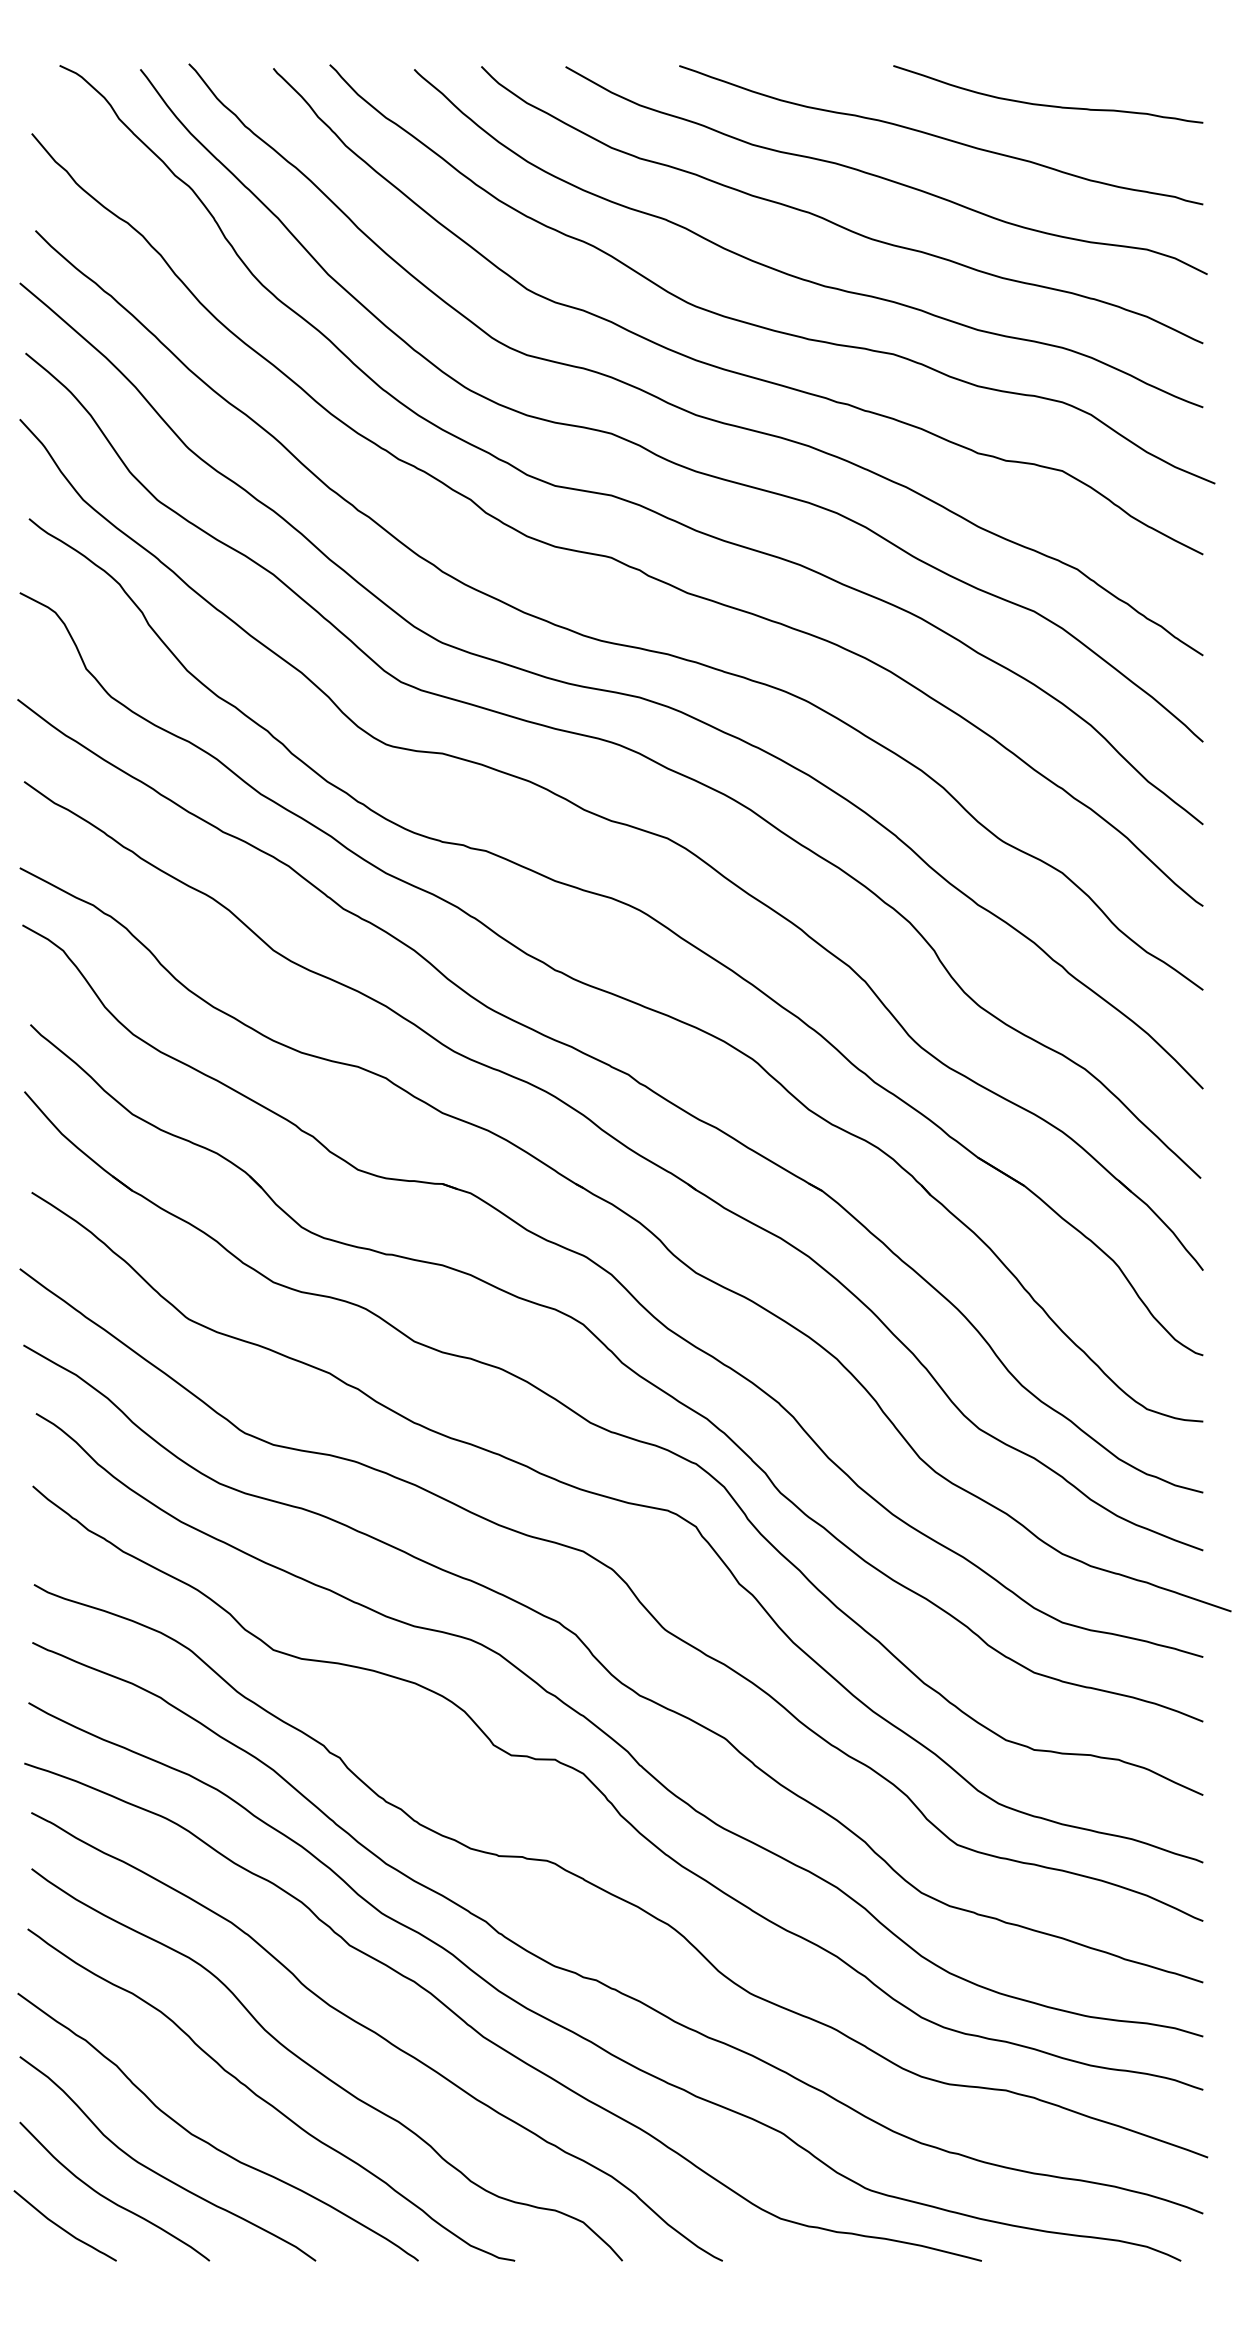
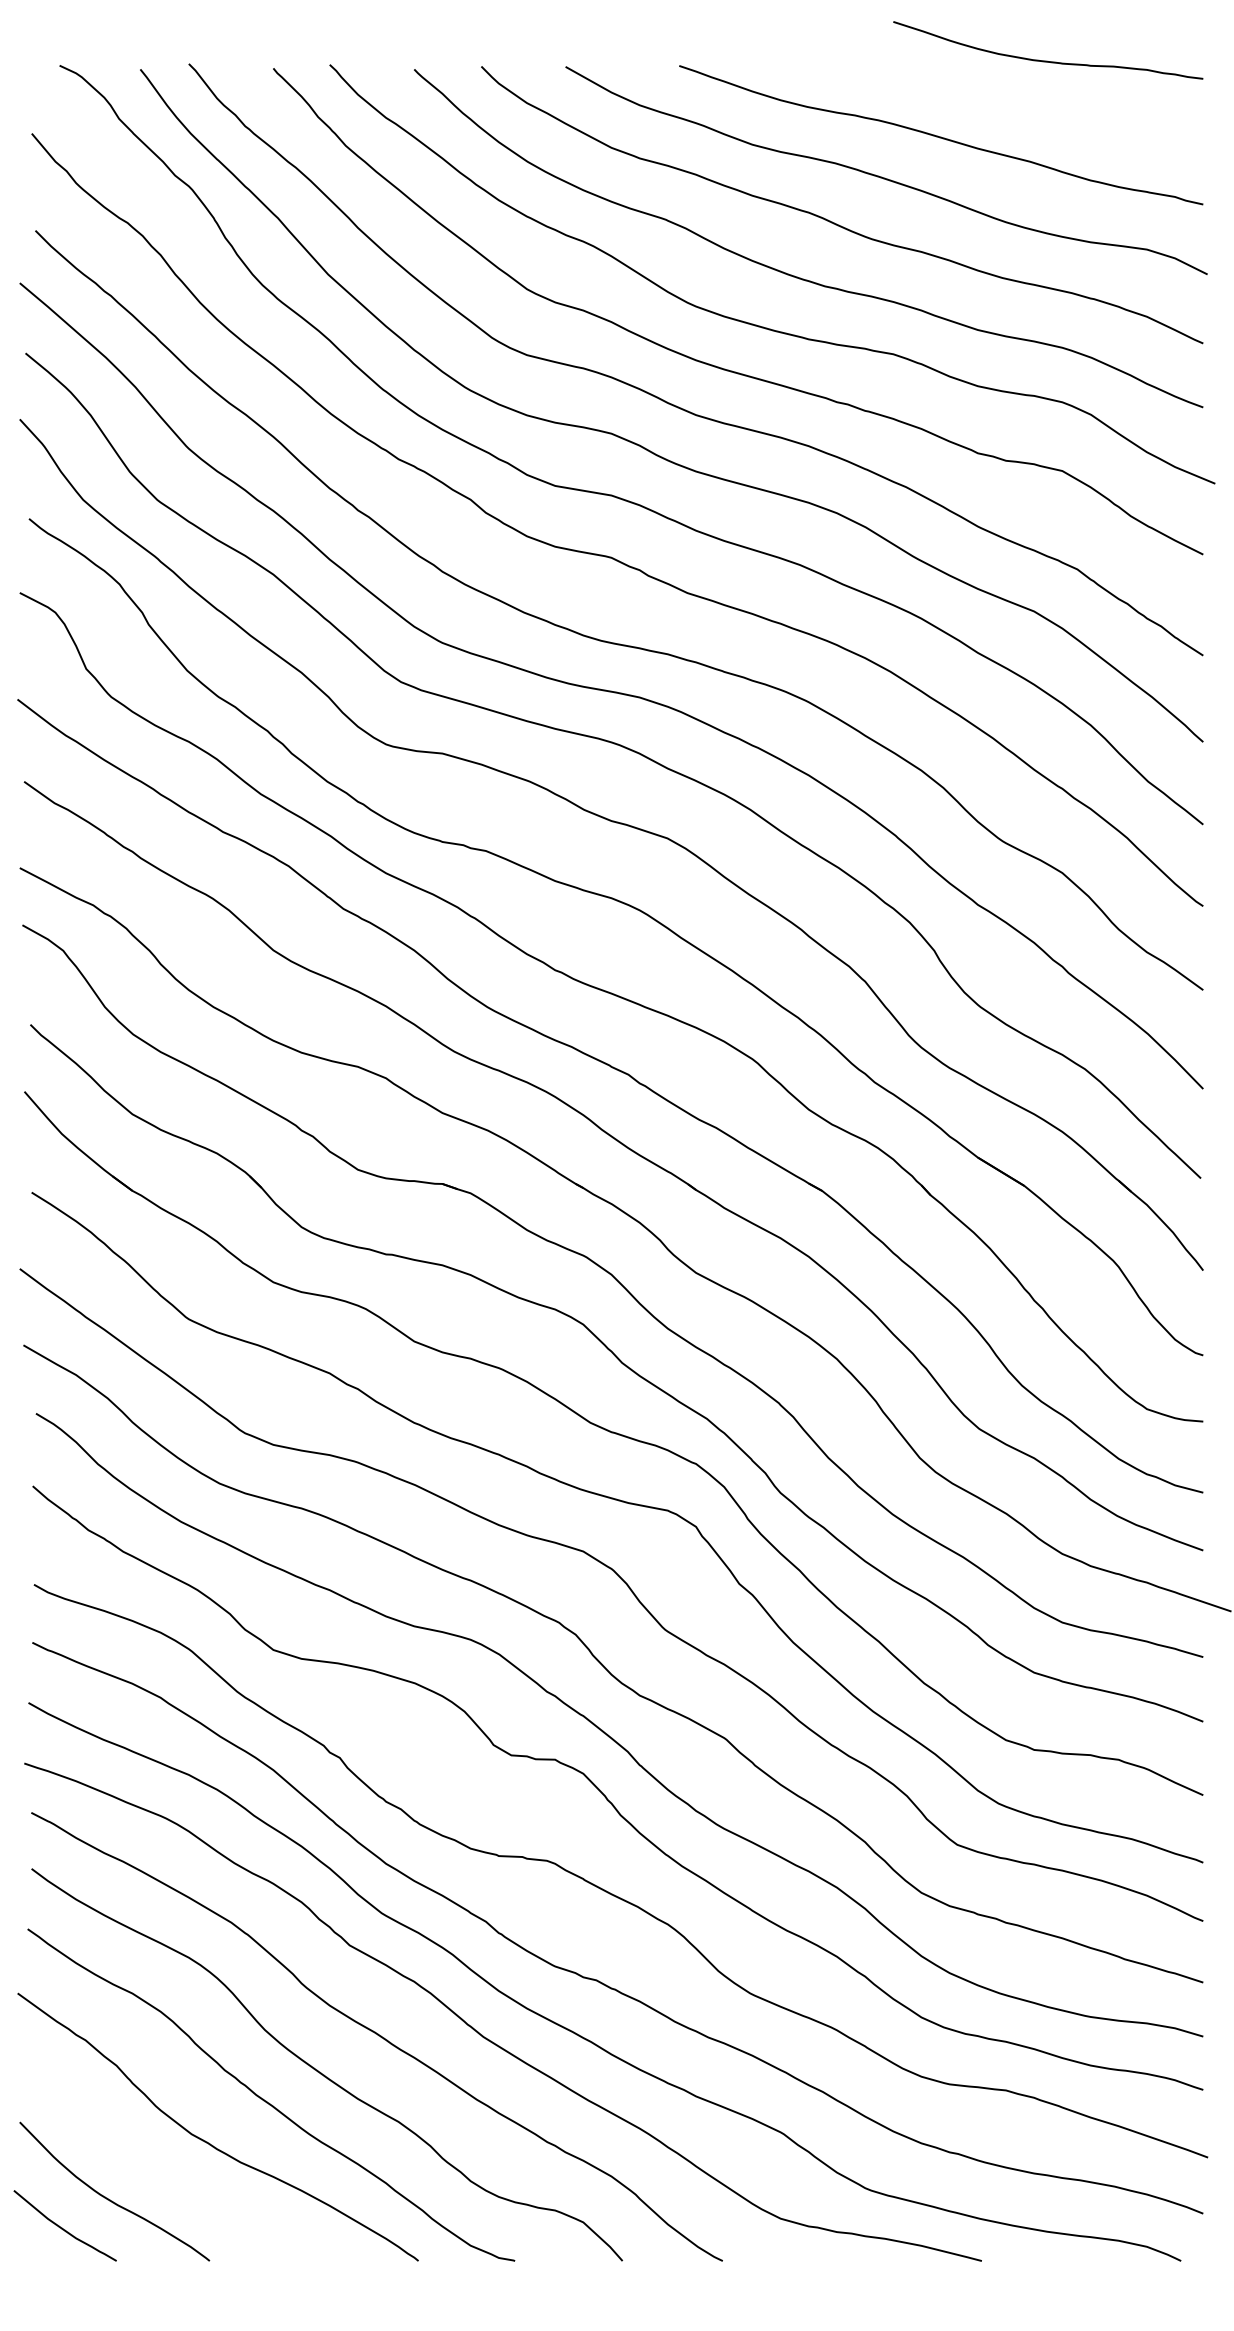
curve at (1047, 104) position: (1047, 104) -> (1047, 60)
curve at (159, 2173): present -> none
